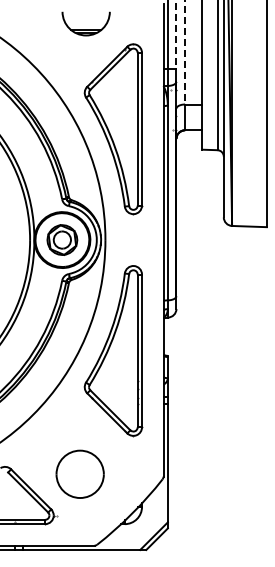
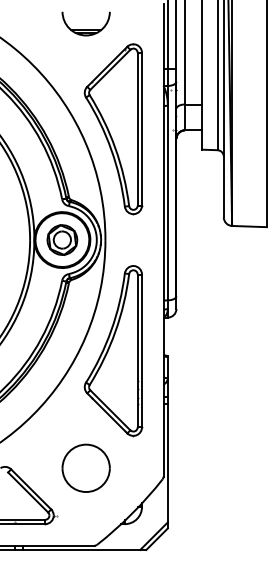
line at (176, 34): dashed -> solid
line at (185, 52): dashed -> solid
part at (79, 473) position: (79, 473) -> (85, 467)
